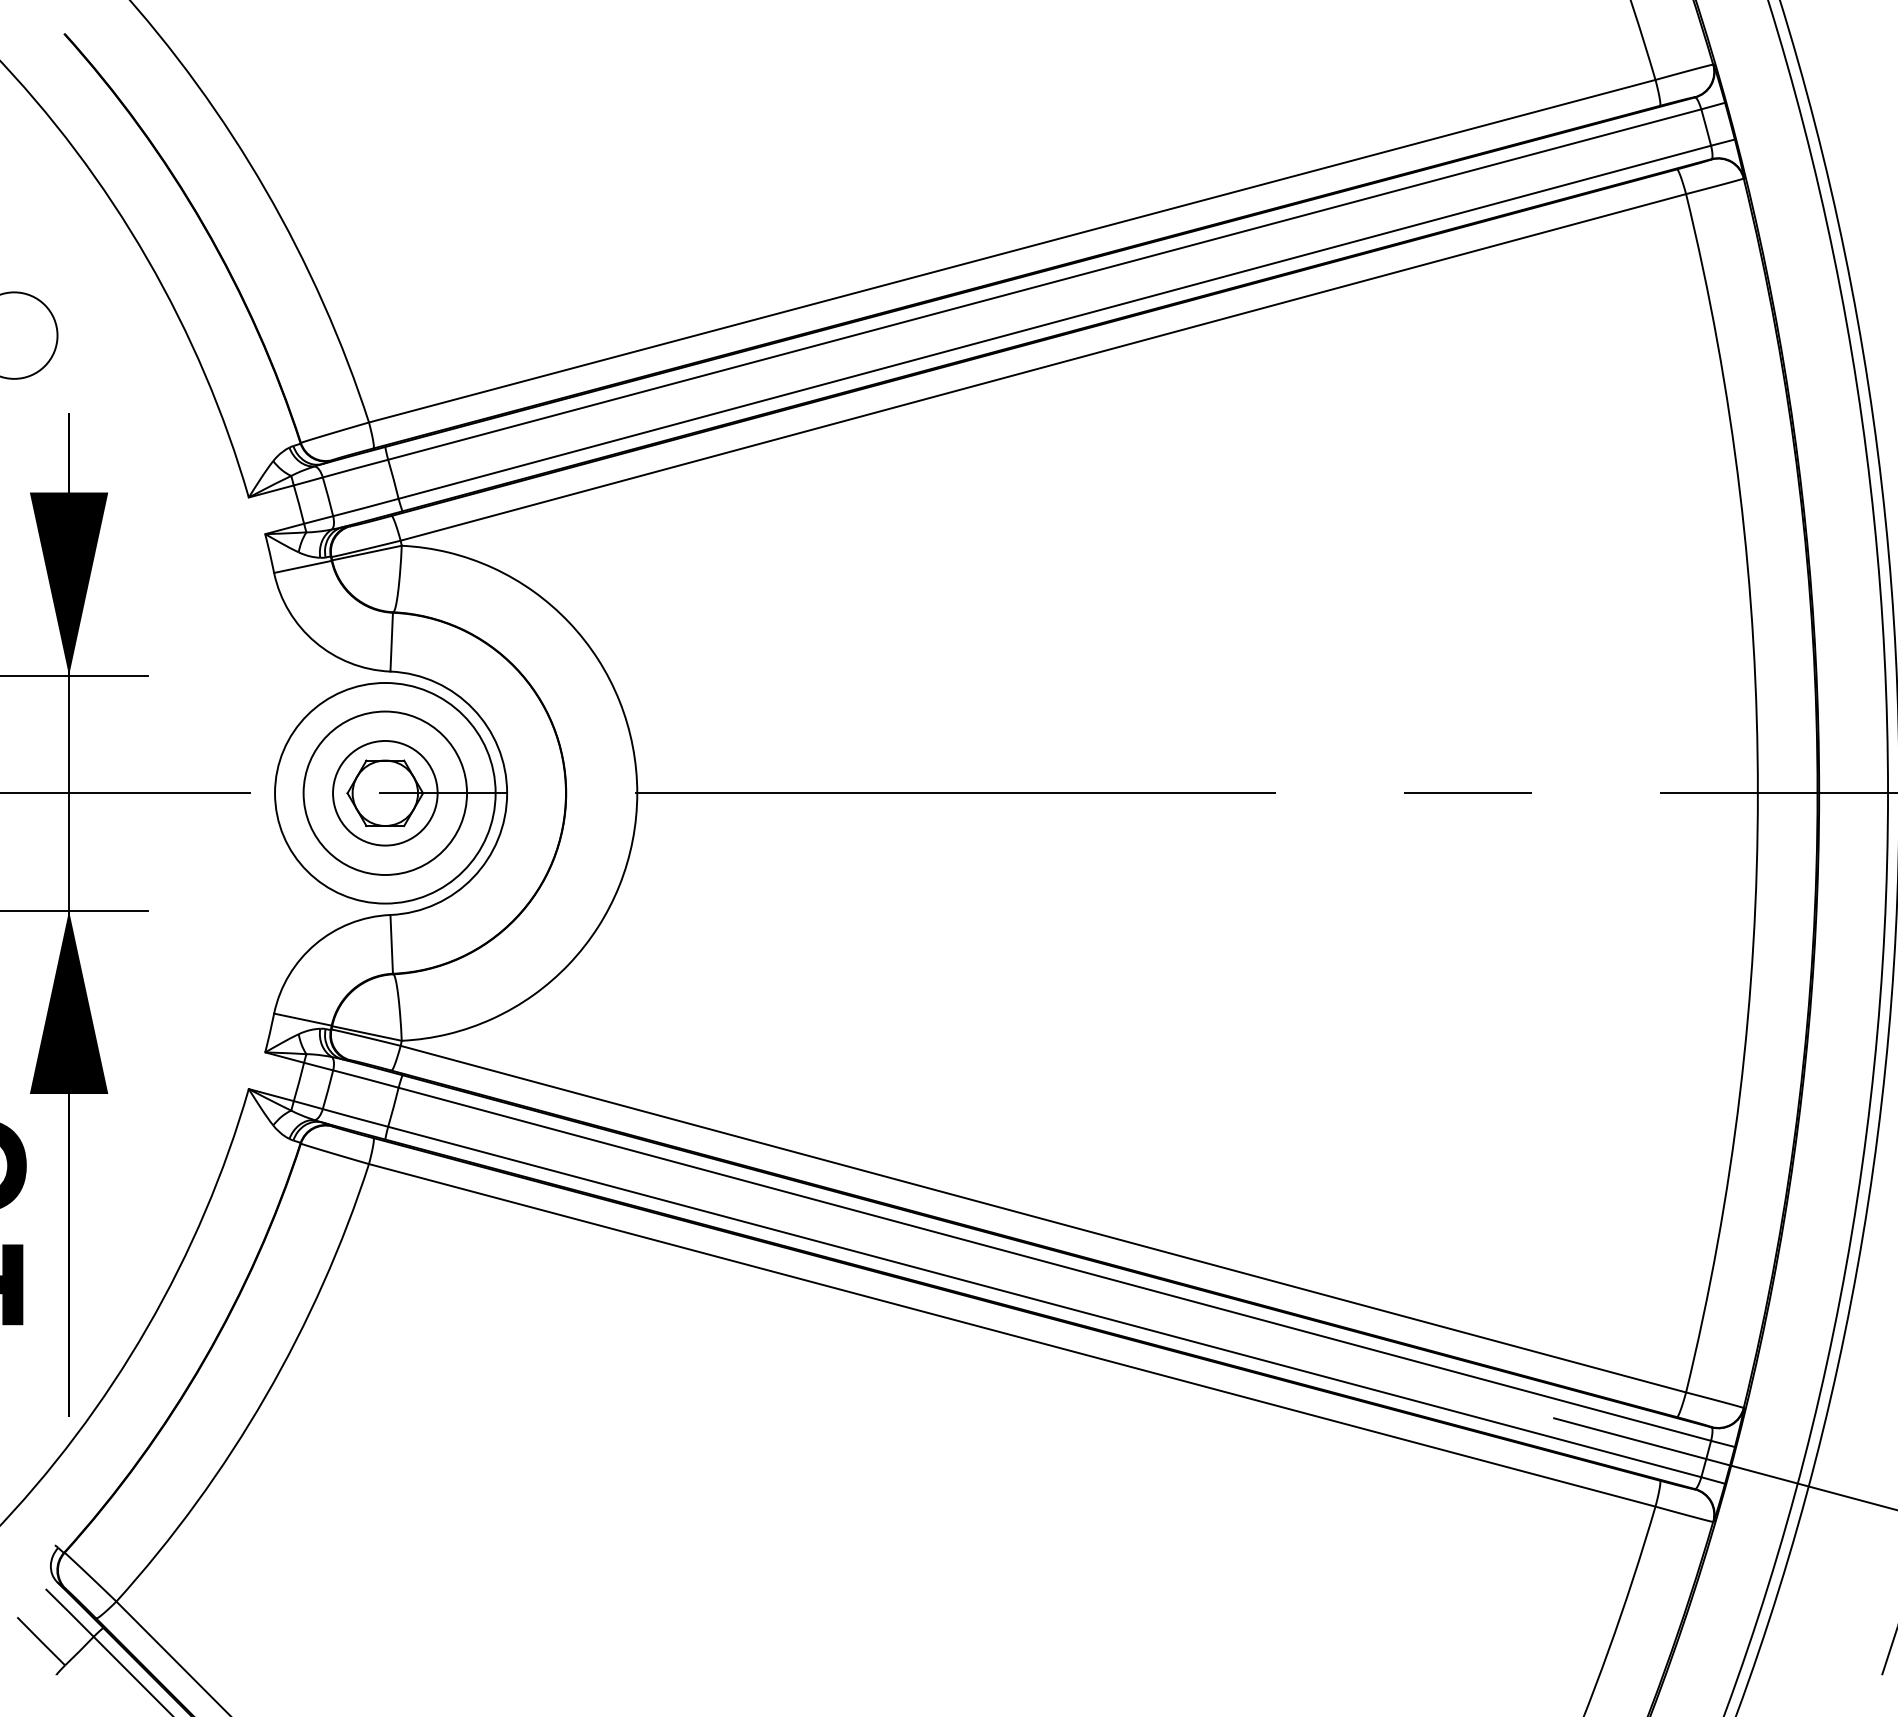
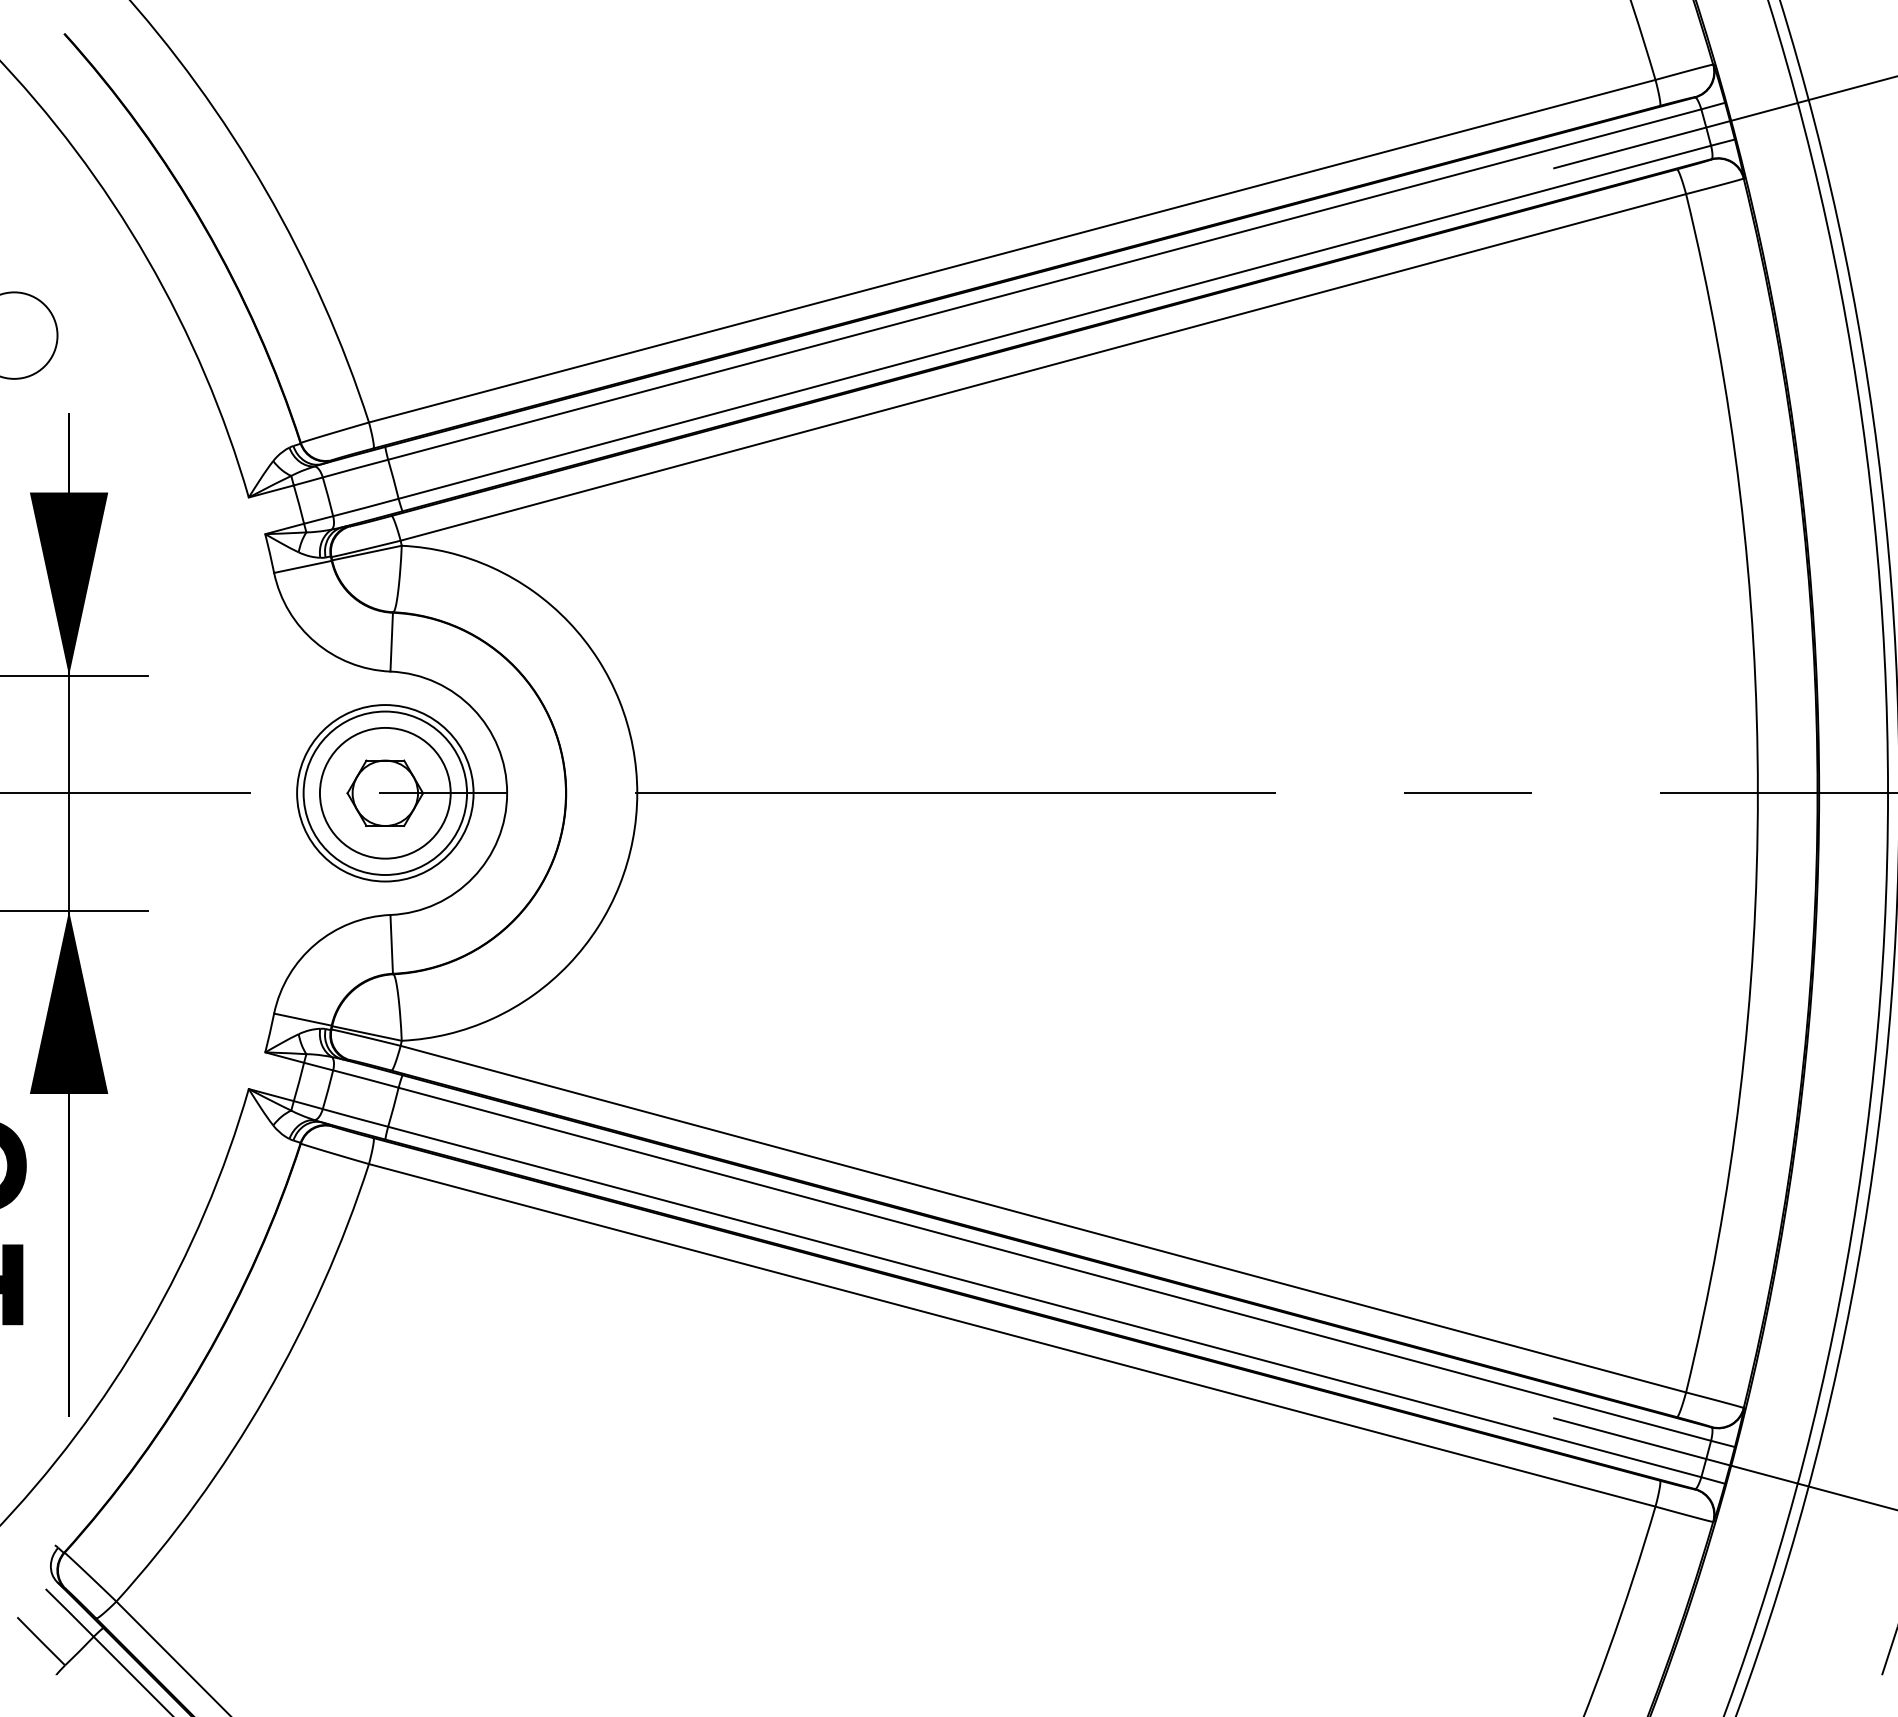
line at (1723, 122): none -> present
circle at (385, 792) diameter: 105 px -> 131 px
circle at (385, 792) diameter: 221 px -> 176 px
